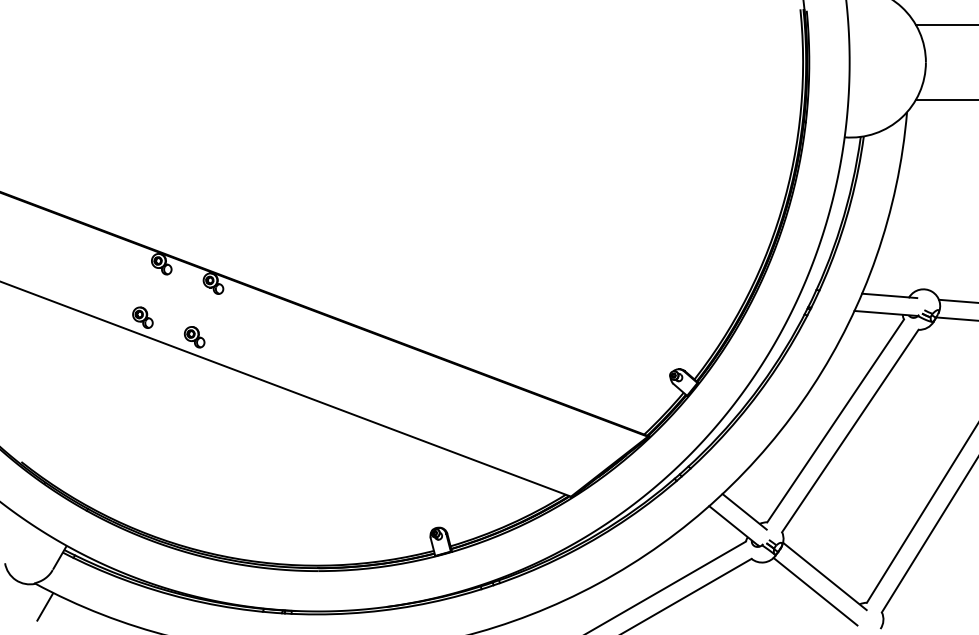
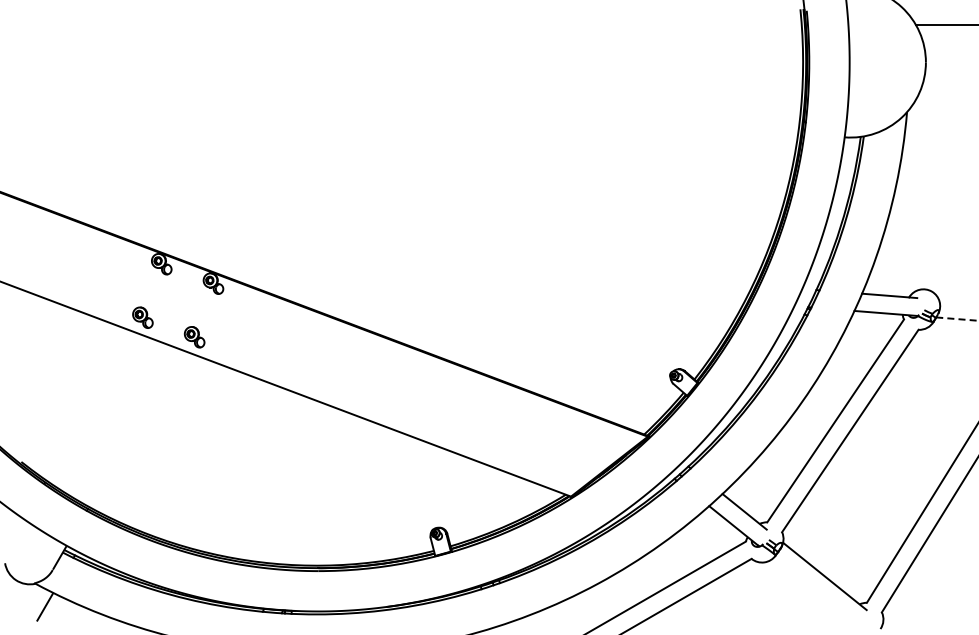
line at (945, 99): present -> none
line at (956, 300): present -> none
line at (957, 319): solid -> dashed
line at (815, 591): present -> none
